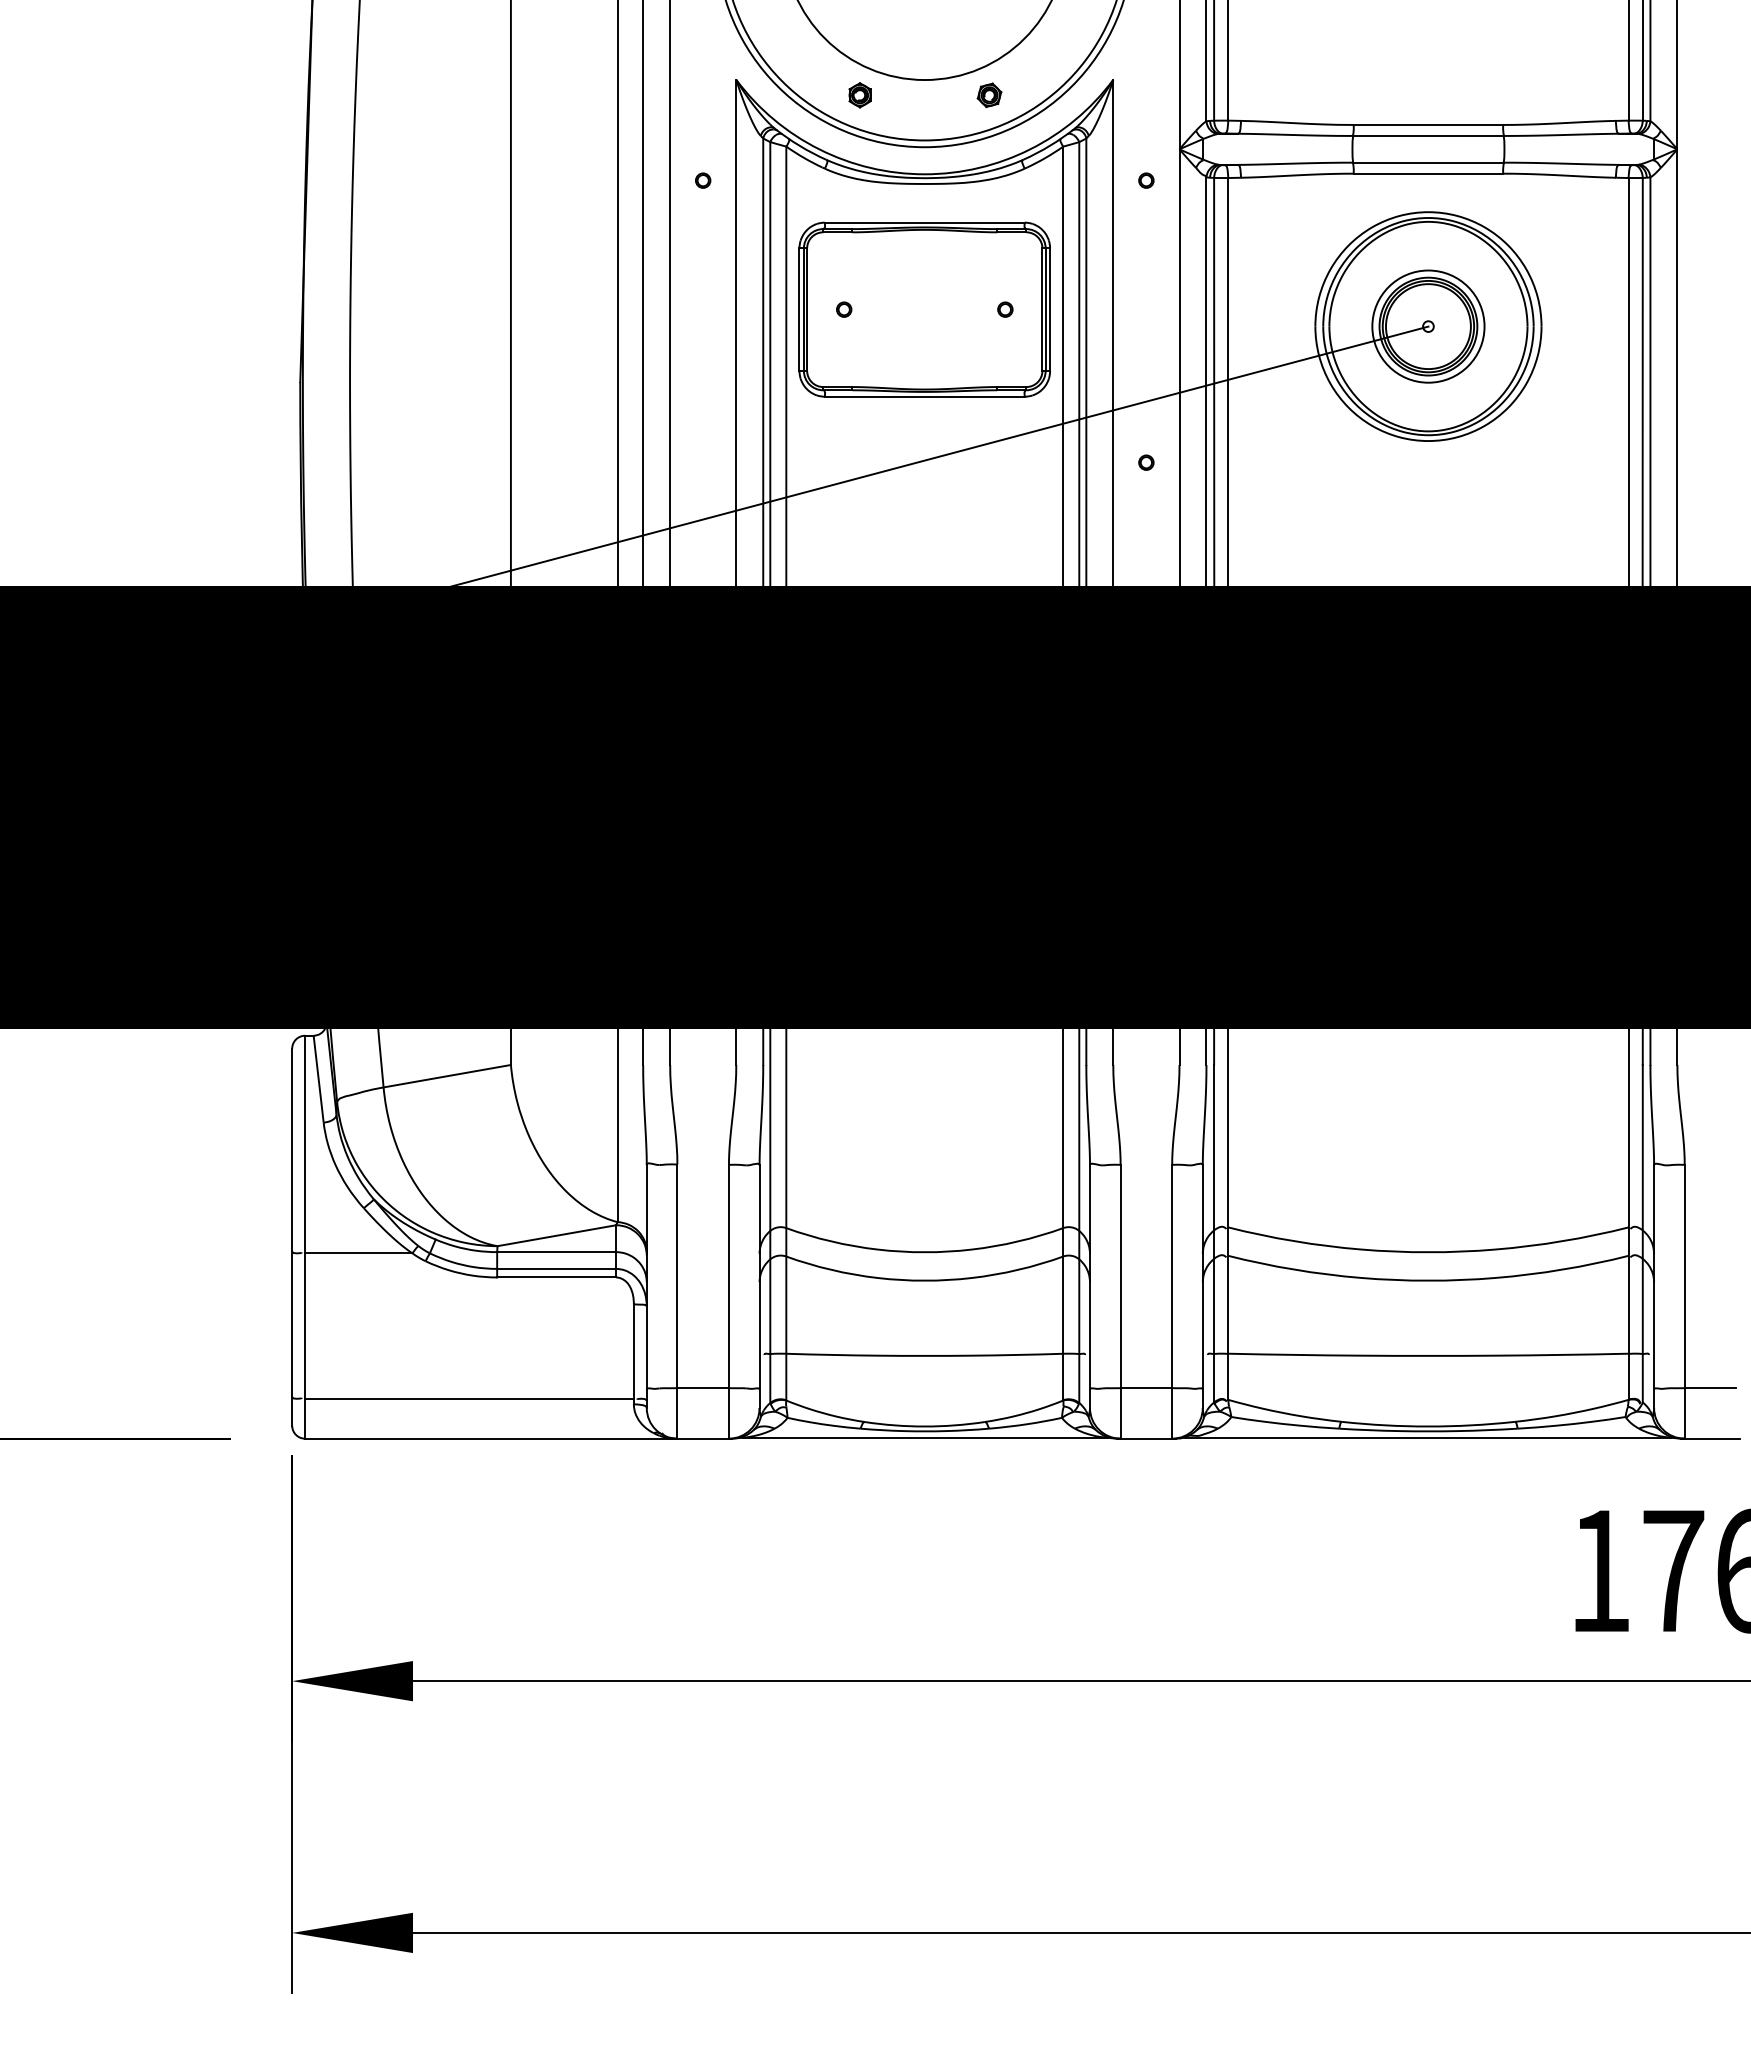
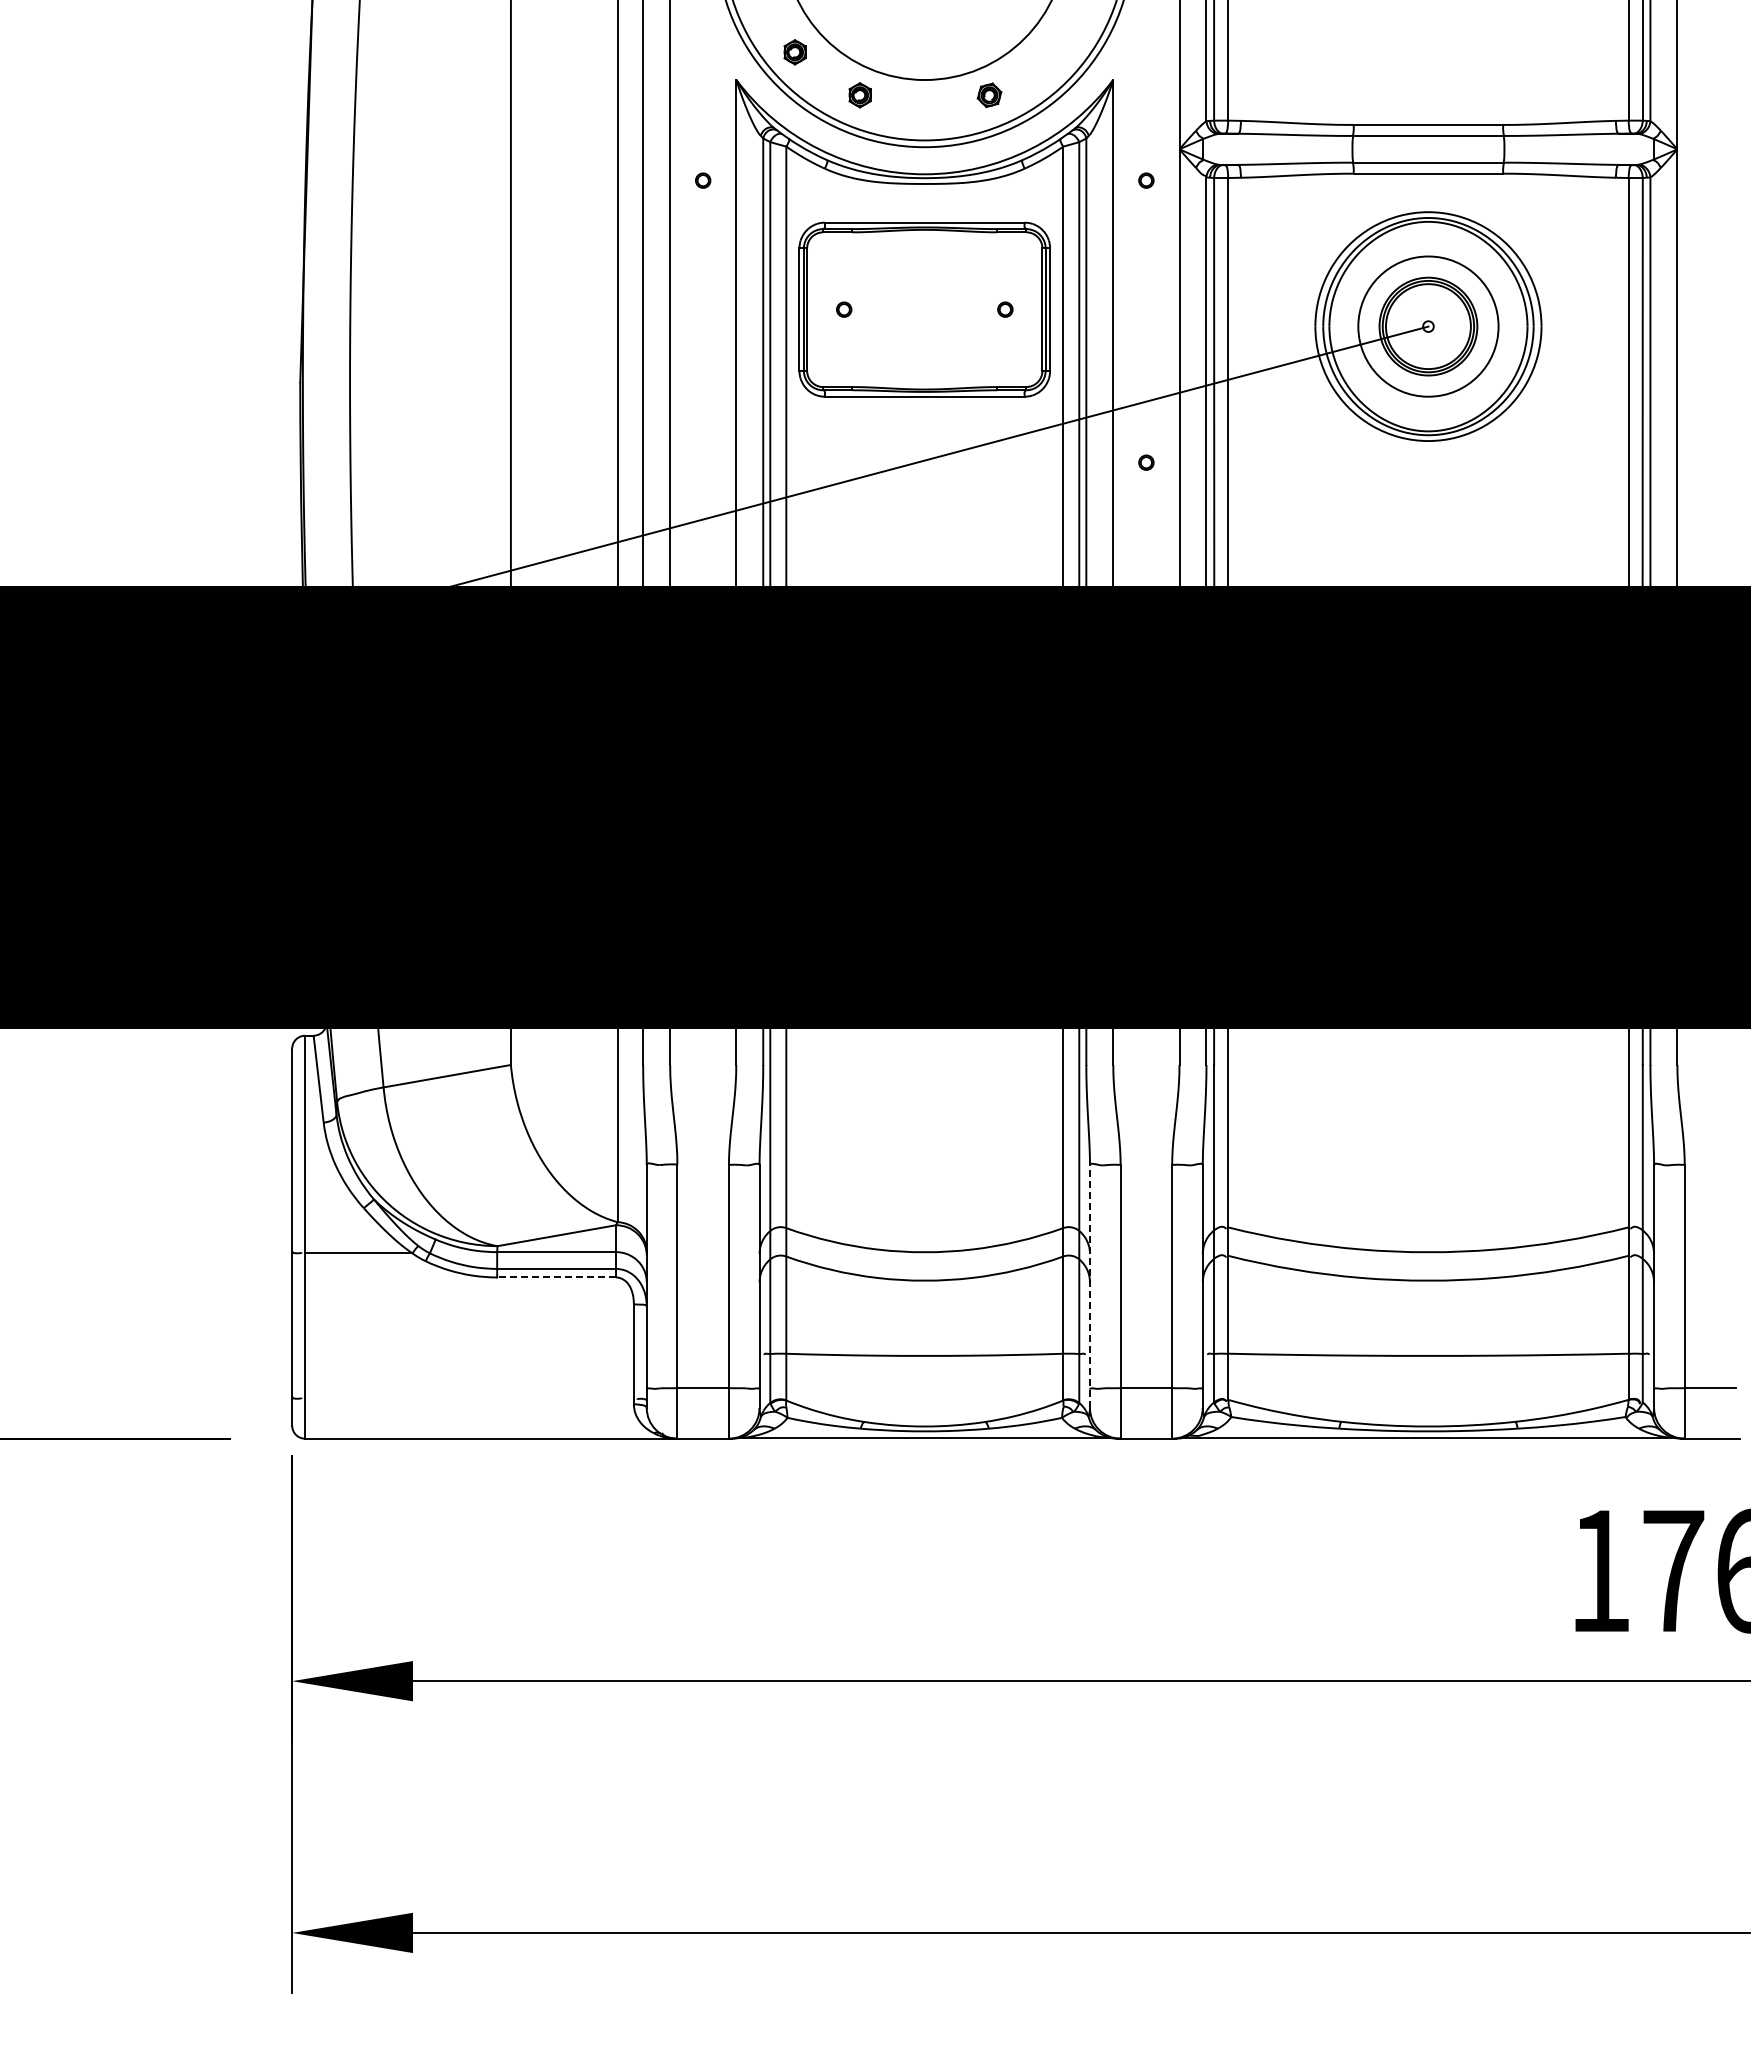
part at (794, 52): none -> present
circle at (1428, 326) diameter: 112 px -> 140 px
line at (556, 1277): solid -> dashed
line at (1089, 1286): solid -> dashed
line at (469, 1398): present -> none
